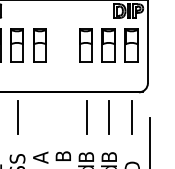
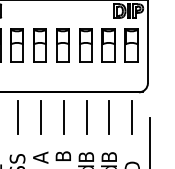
part at (62, 45): none -> present
line at (40, 117): none -> present
line at (63, 117): none -> present
